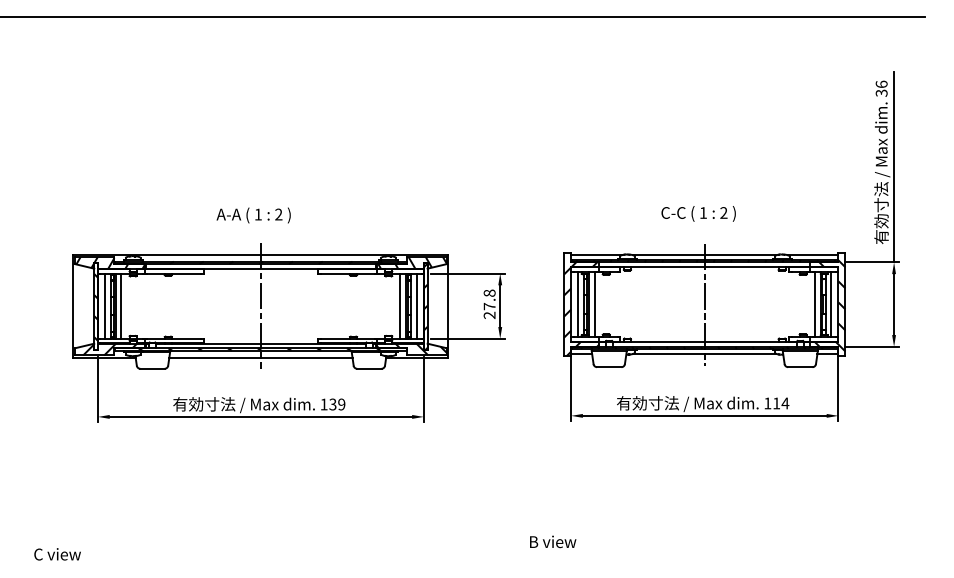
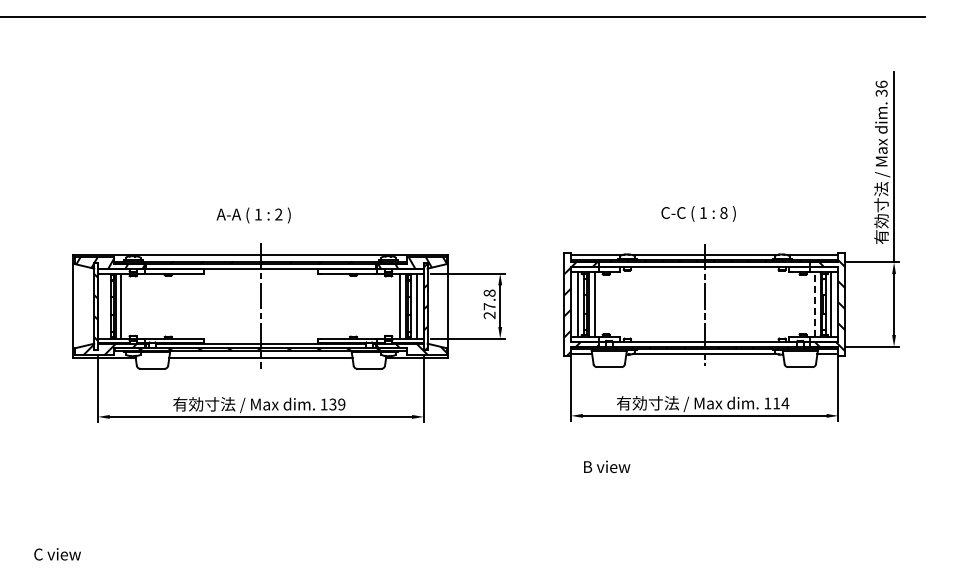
text at (723, 212): 2 -> 8
line at (814, 304): solid -> dashed
line at (105, 305): present -> none
text at (553, 541) position: (553, 541) -> (607, 466)
